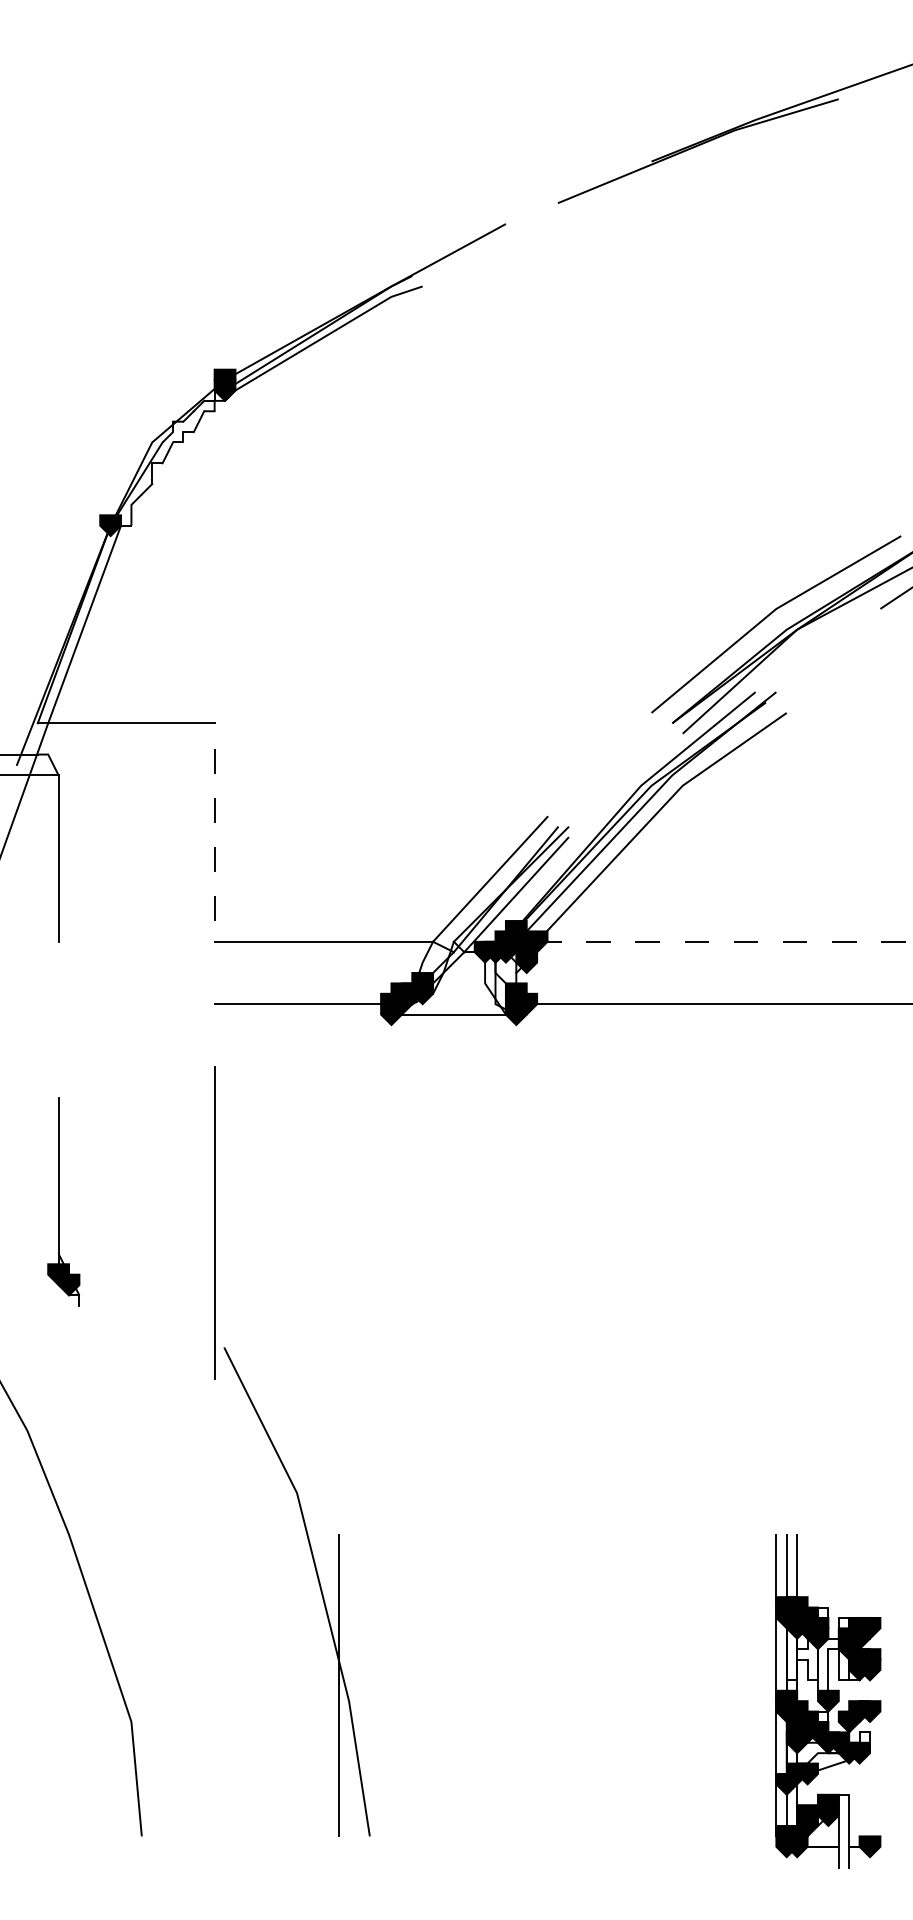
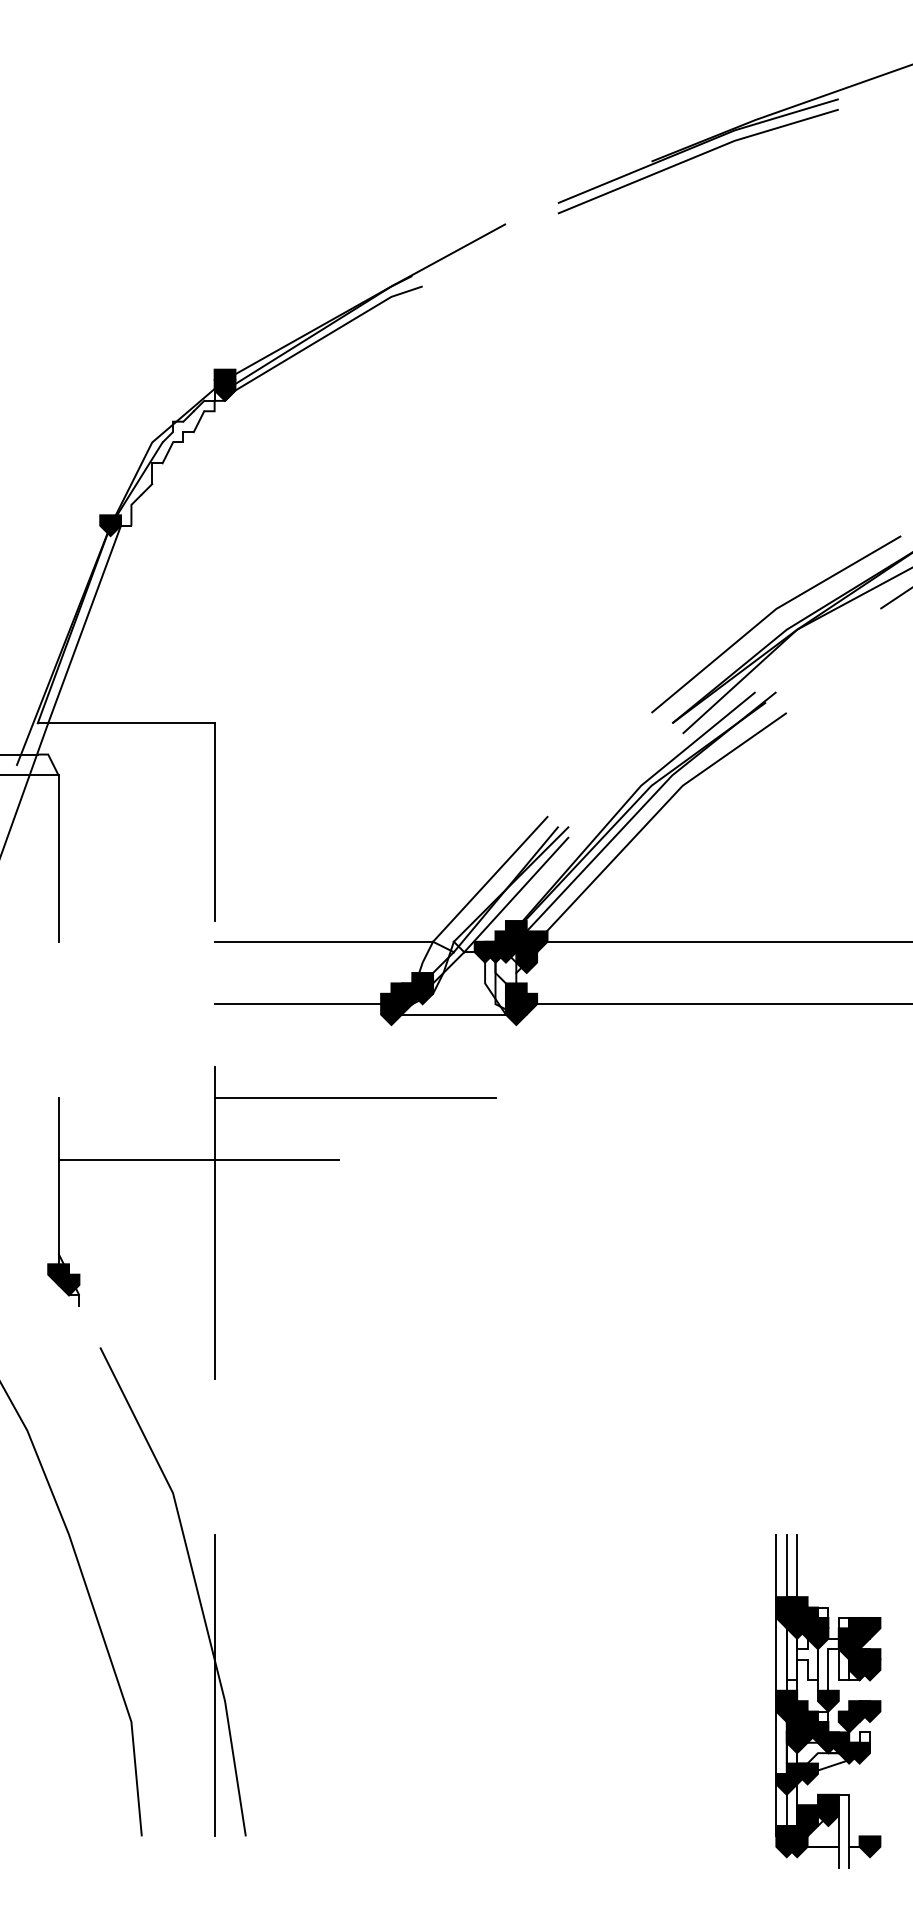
line at (697, 157): none -> present
line at (214, 822): dashed -> solid
line at (724, 941): dashed -> solid
line at (354, 1097): none -> present
line at (198, 1160): none -> present
part at (319, 1587) position: (319, 1587) -> (195, 1587)
